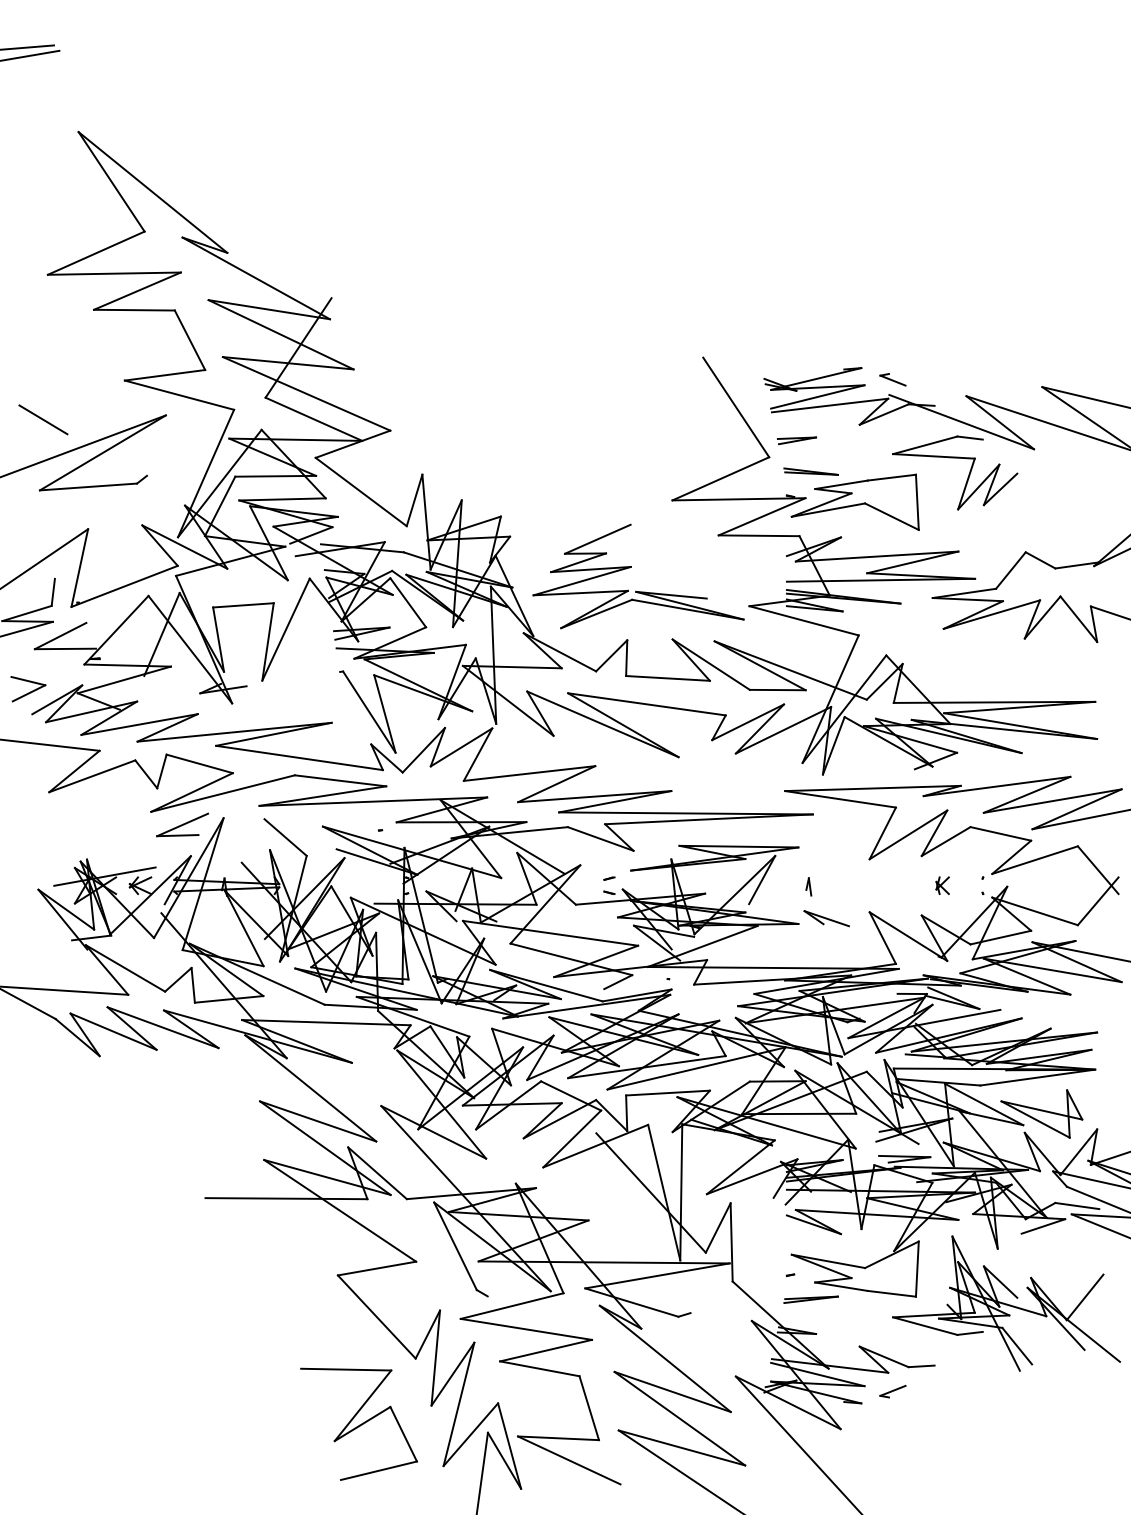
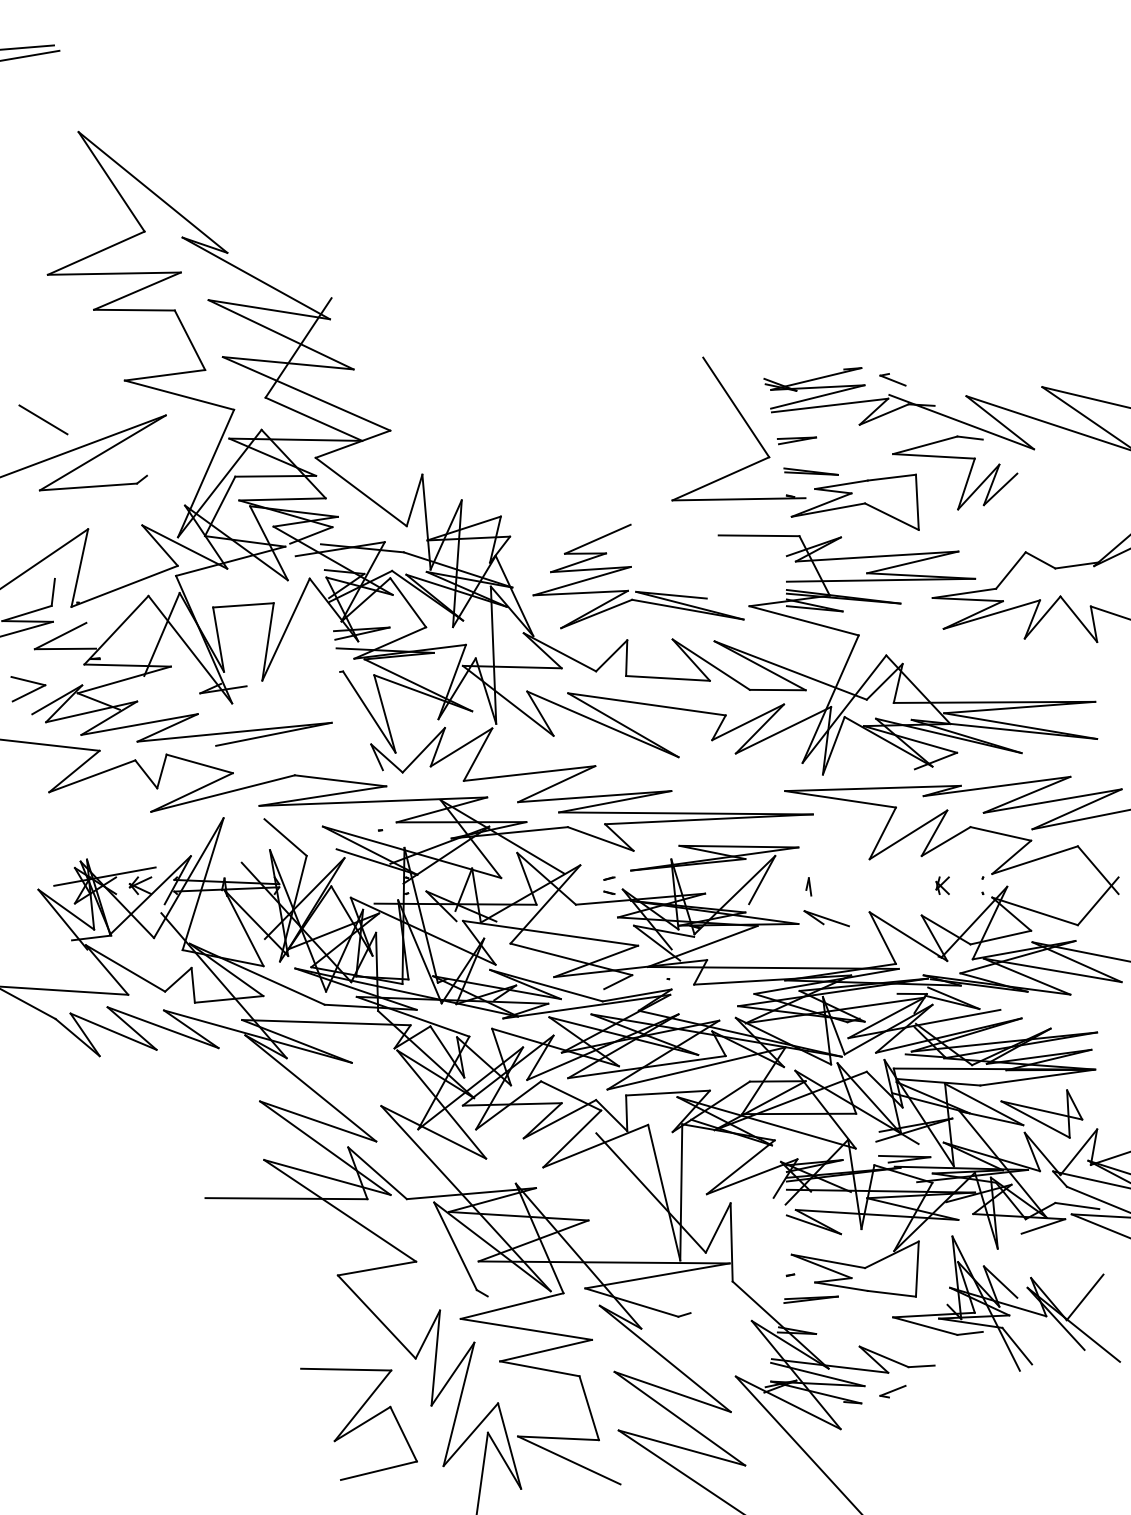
line at (761, 516): present -> none
line at (299, 757): present -> none
part at (182, 824): present -> none
